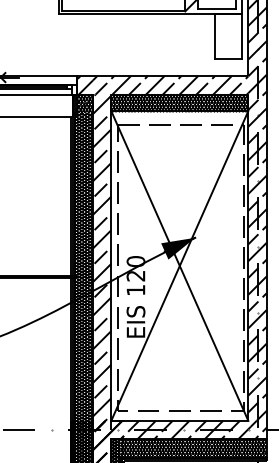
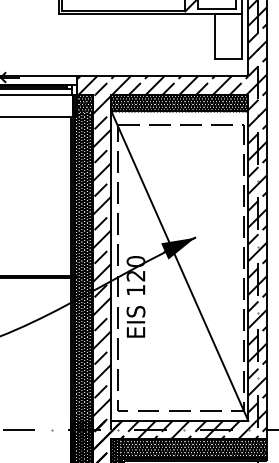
line at (179, 265): present -> none
